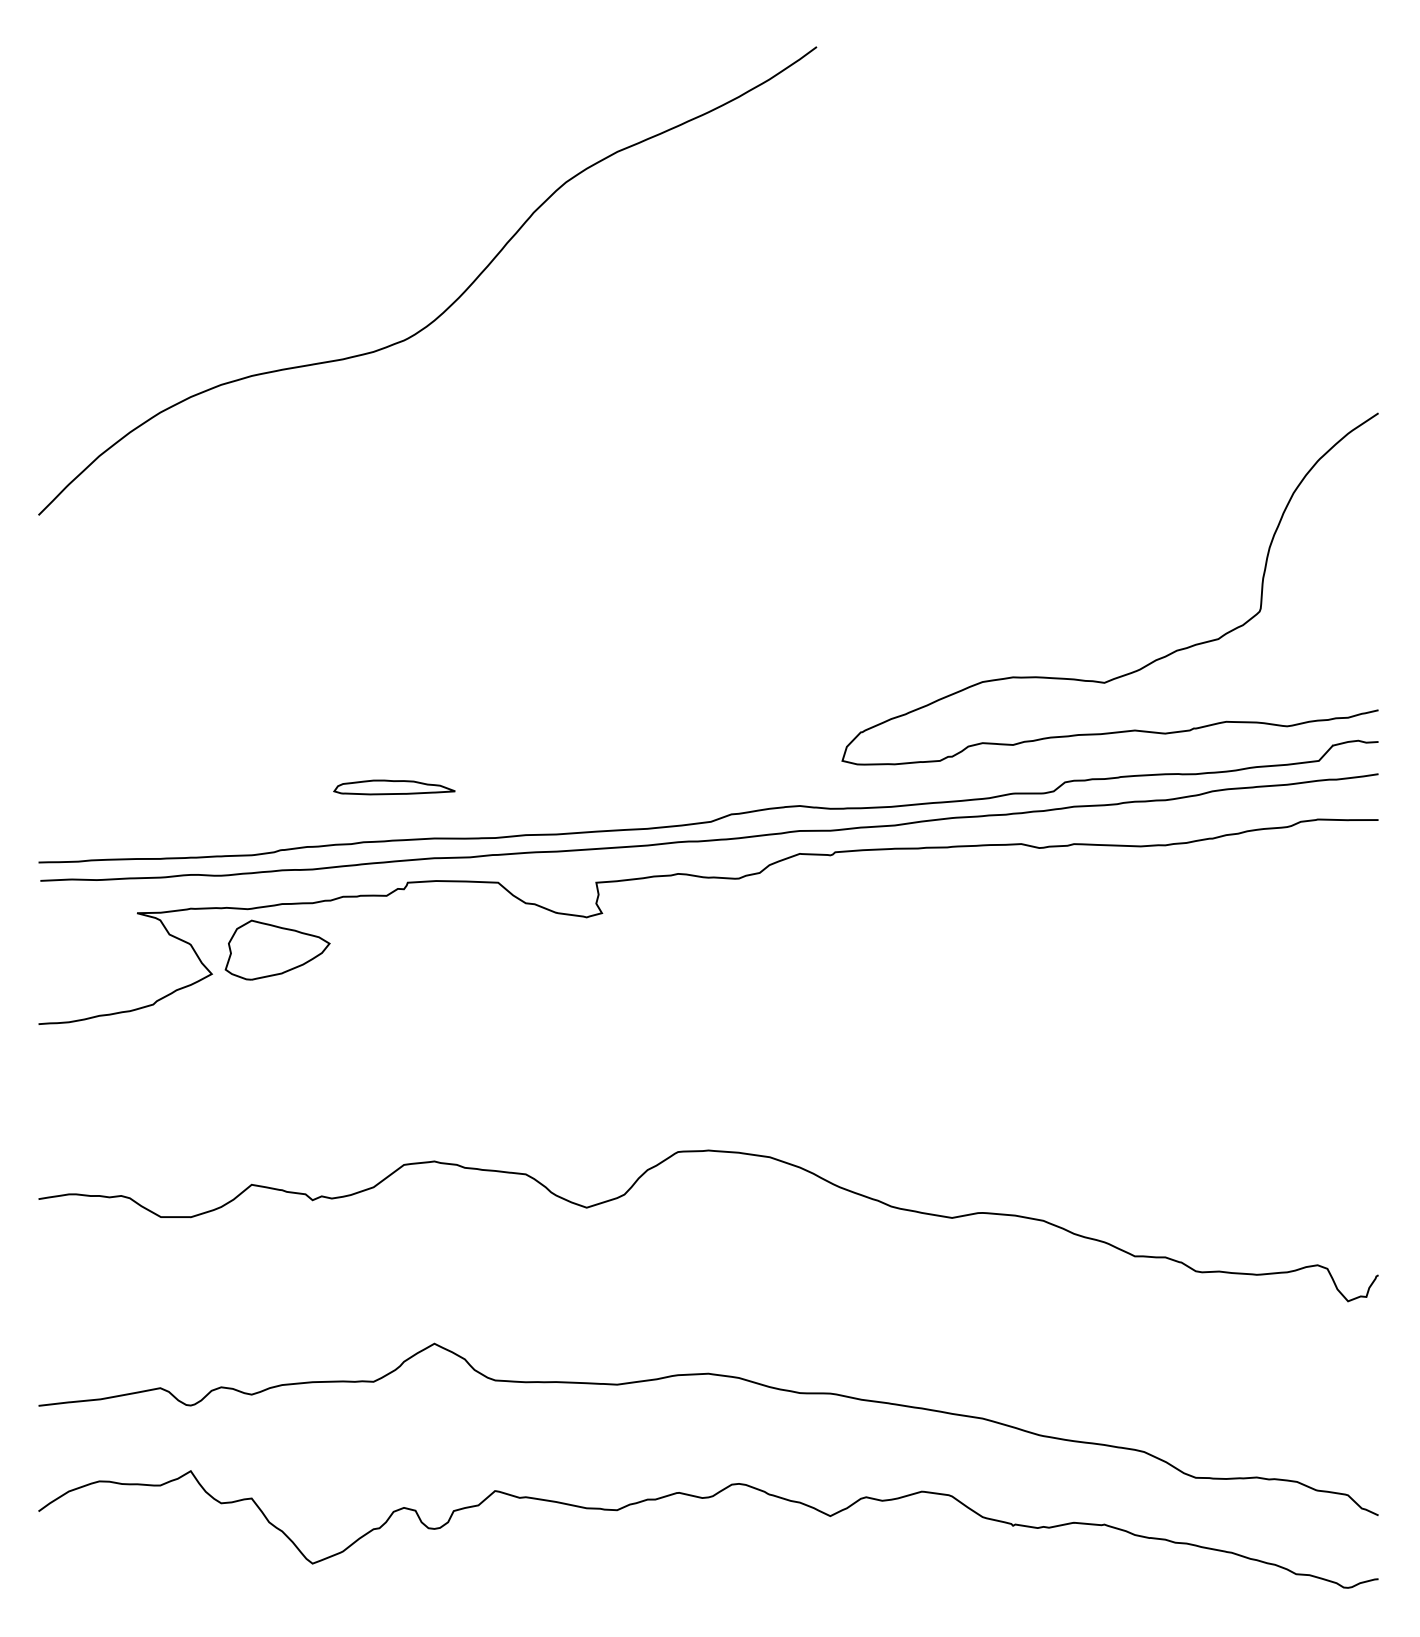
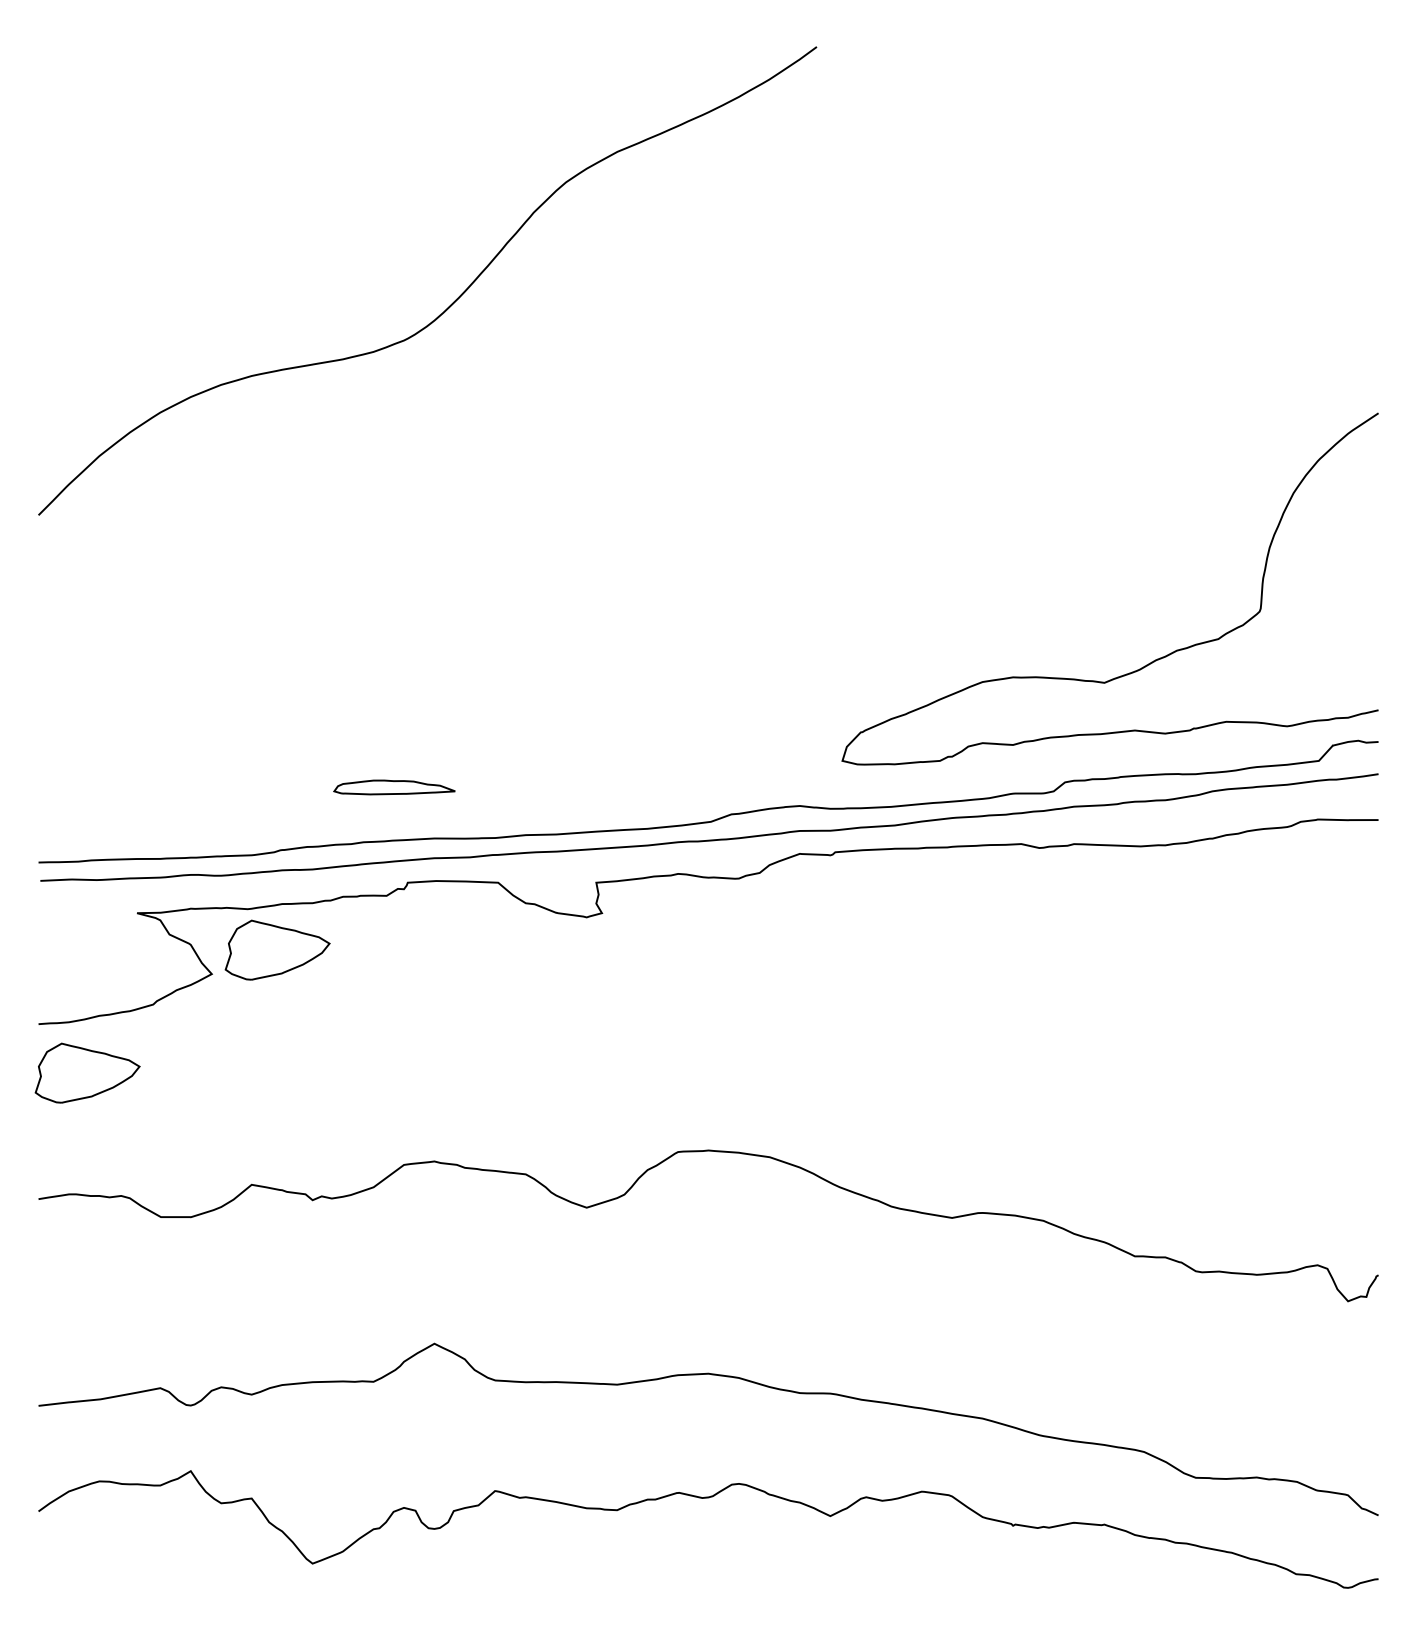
part at (87, 1072): none -> present
